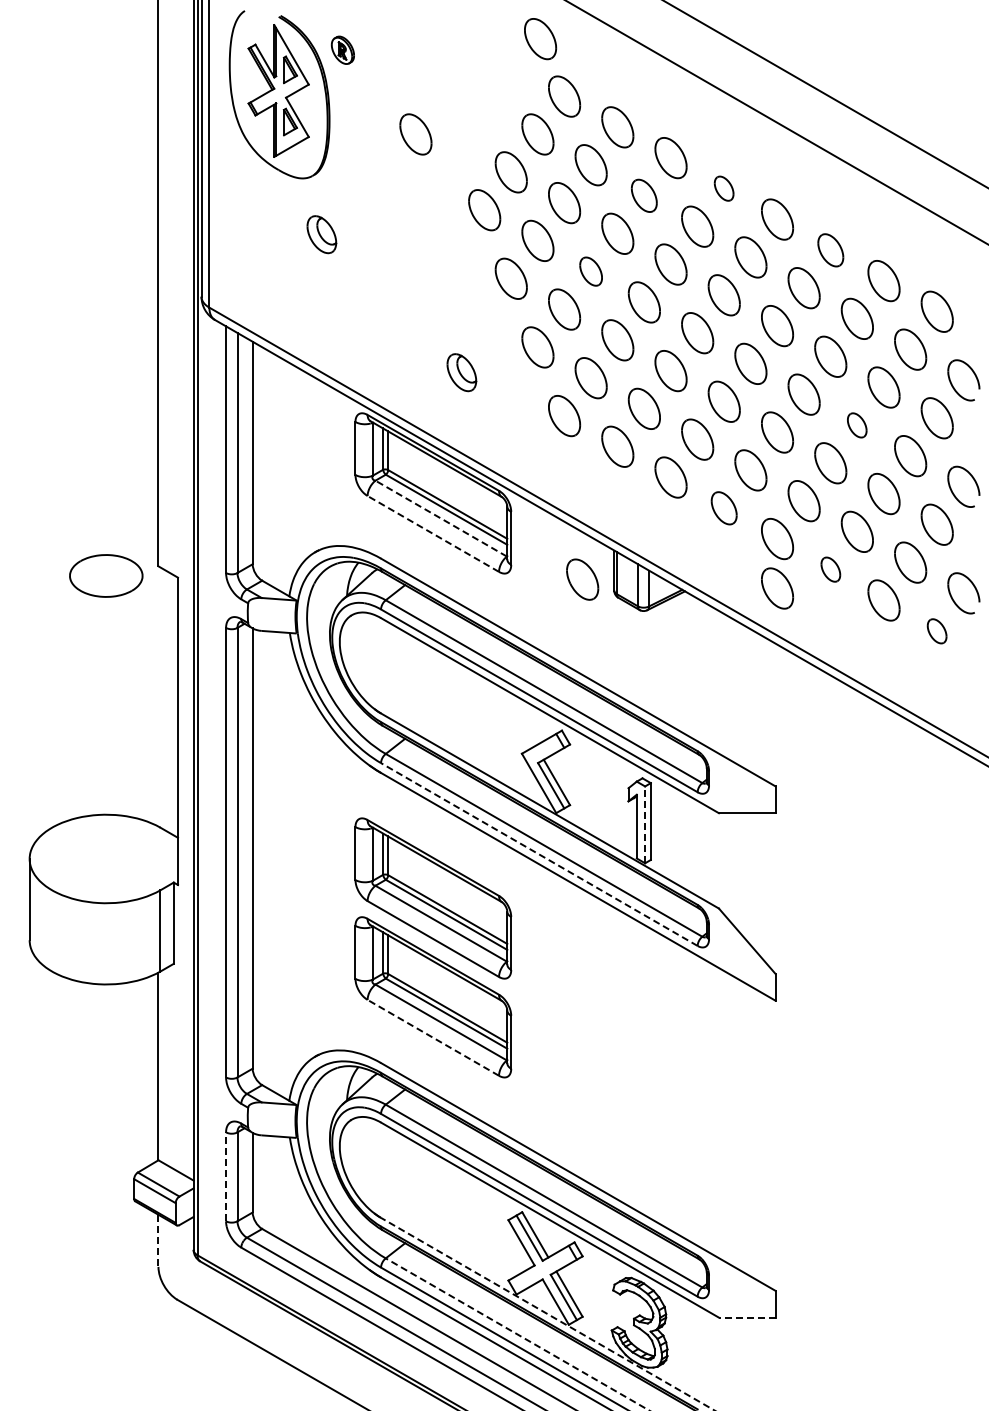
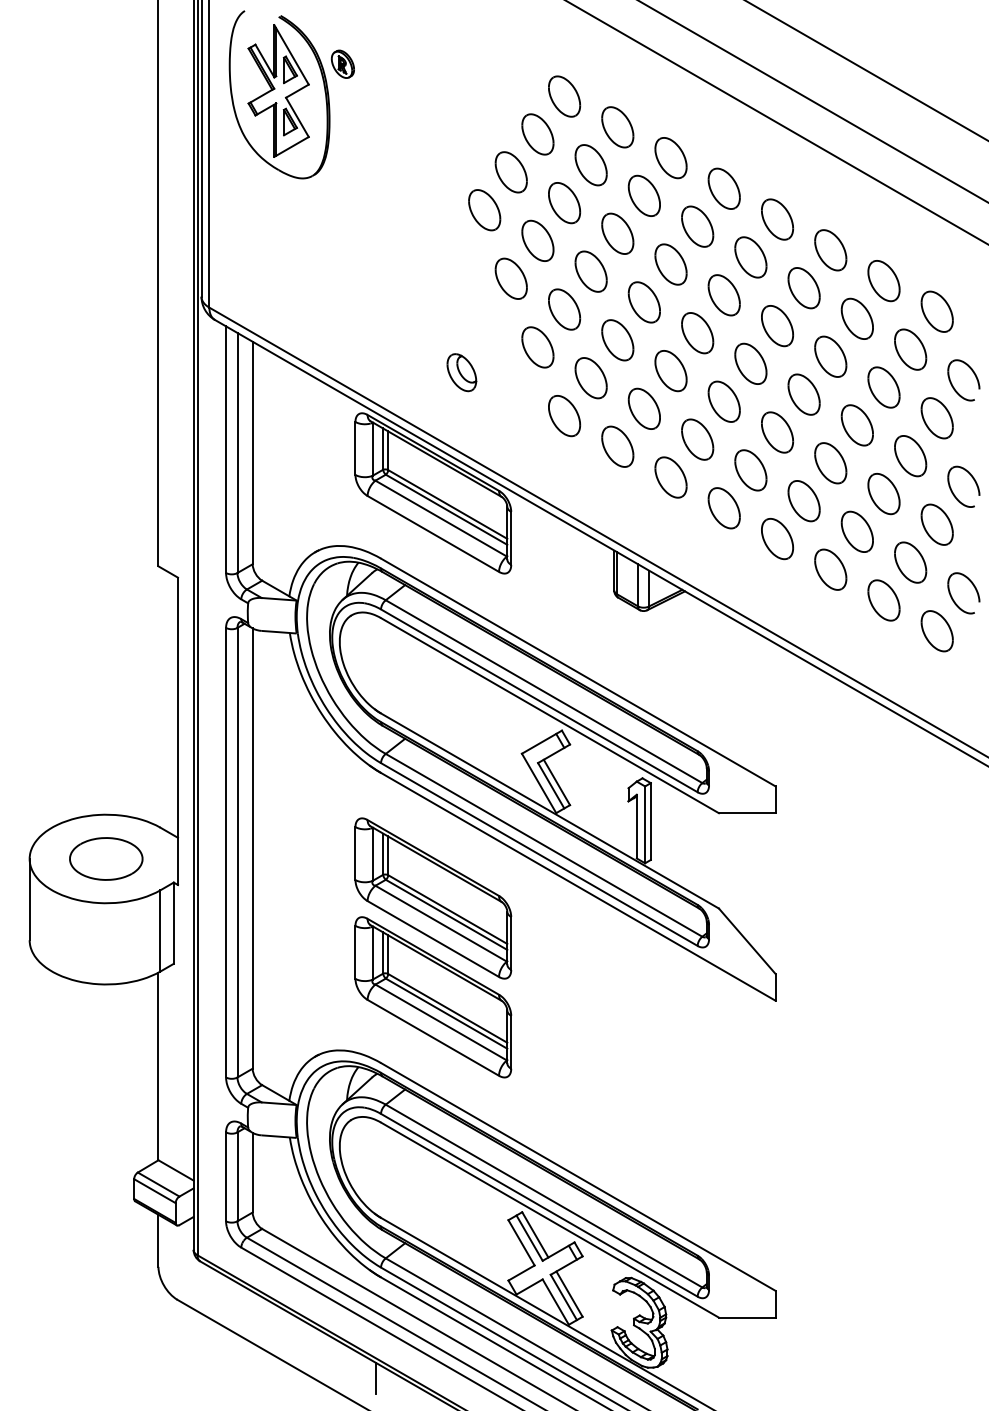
part at (540, 39): present -> none
part at (342, 49) position: (342, 49) -> (342, 63)
line at (866, 70): none -> present
line at (825, 94) position: (825, 94) -> (812, 101)
part at (415, 134): present -> none
part at (723, 188) size: 22x27 px -> 34x43 px
part at (644, 195) size: 27x35 px -> 34x43 px
part at (321, 234): present -> none
part at (830, 250) size: 28x35 px -> 34x43 px
part at (590, 271) size: 24x31 px -> 34x43 px
part at (857, 425) size: 21x27 px -> 34x43 px
part at (723, 508) size: 28x35 px -> 34x43 px
line at (441, 518): dashed -> solid
line at (433, 533): dashed -> solid
part at (830, 569) size: 22x27 px -> 34x43 px
part at (106, 575) position: (106, 575) -> (106, 858)
part at (582, 579): present -> none
part at (777, 588): present -> none
part at (936, 631) size: 22x27 px -> 34x43 px
line at (645, 824): dashed -> solid
line at (539, 854): dashed -> solid
line at (433, 1037): dashed -> solid
line at (226, 1176): dashed -> solid
line at (158, 1241): dashed -> solid
line at (547, 1314): dashed -> solid
line at (746, 1317): dashed -> solid
line at (517, 1334): dashed -> solid
line at (376, 1378): none -> present
